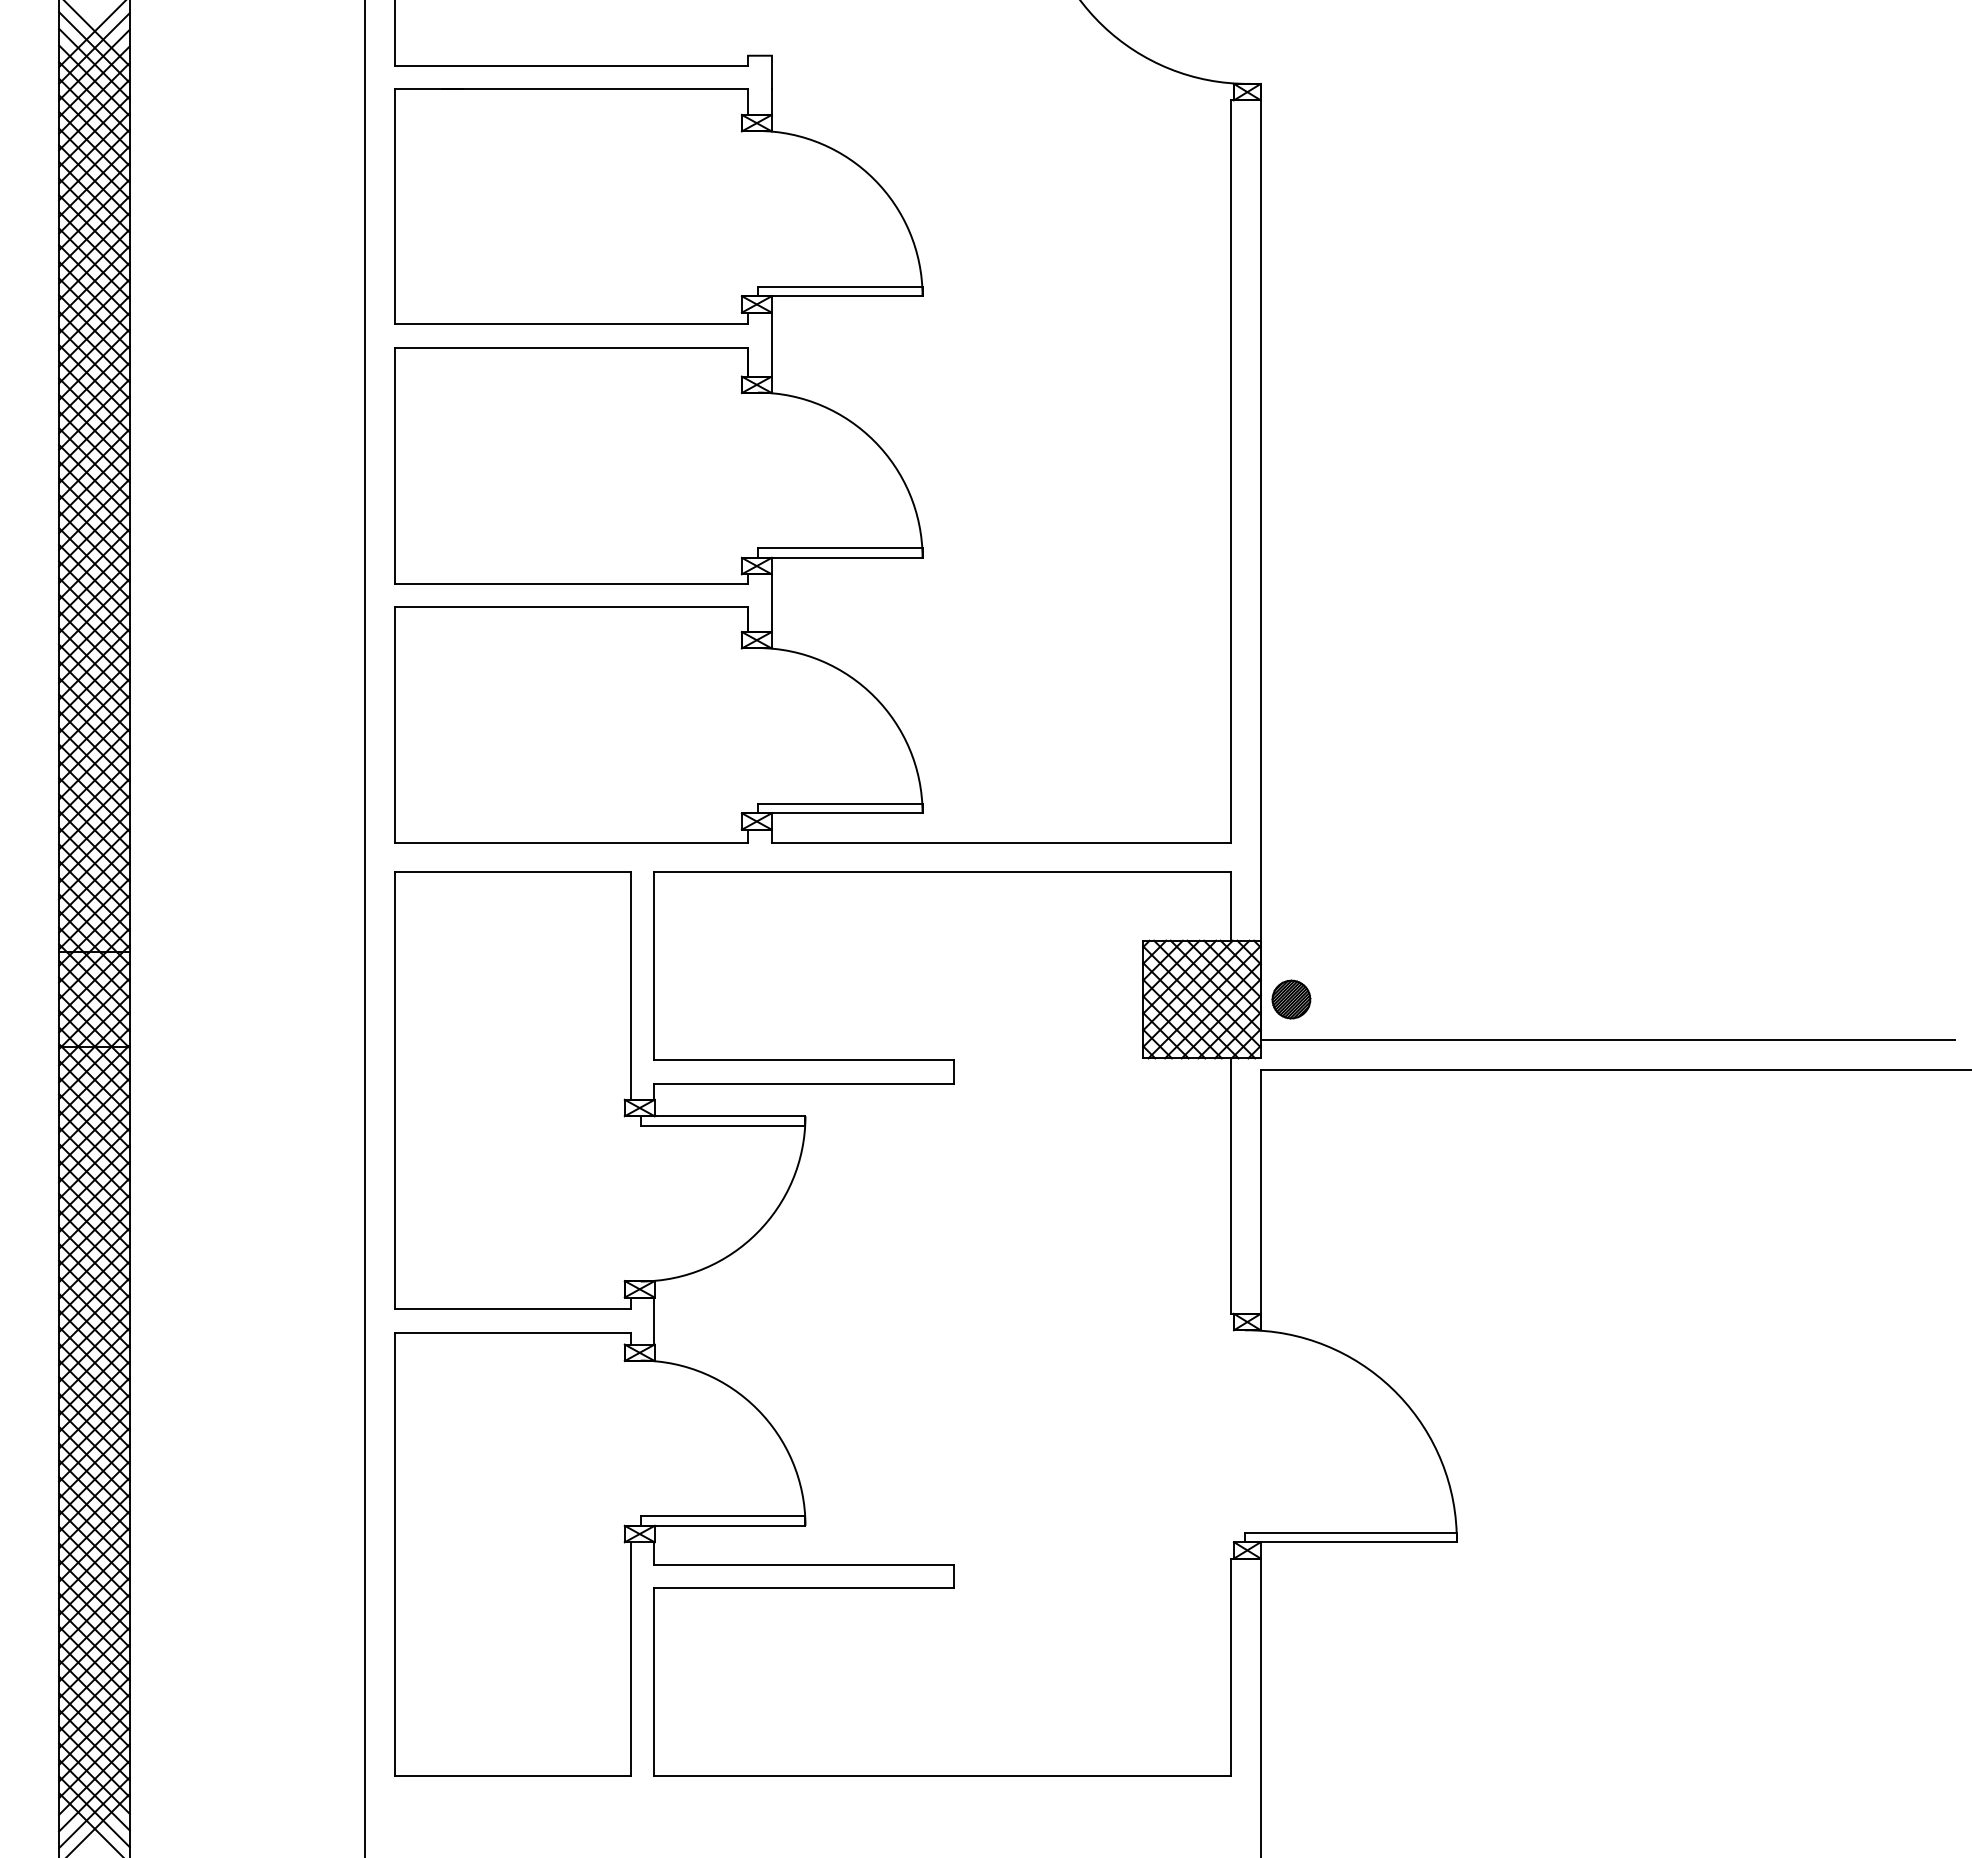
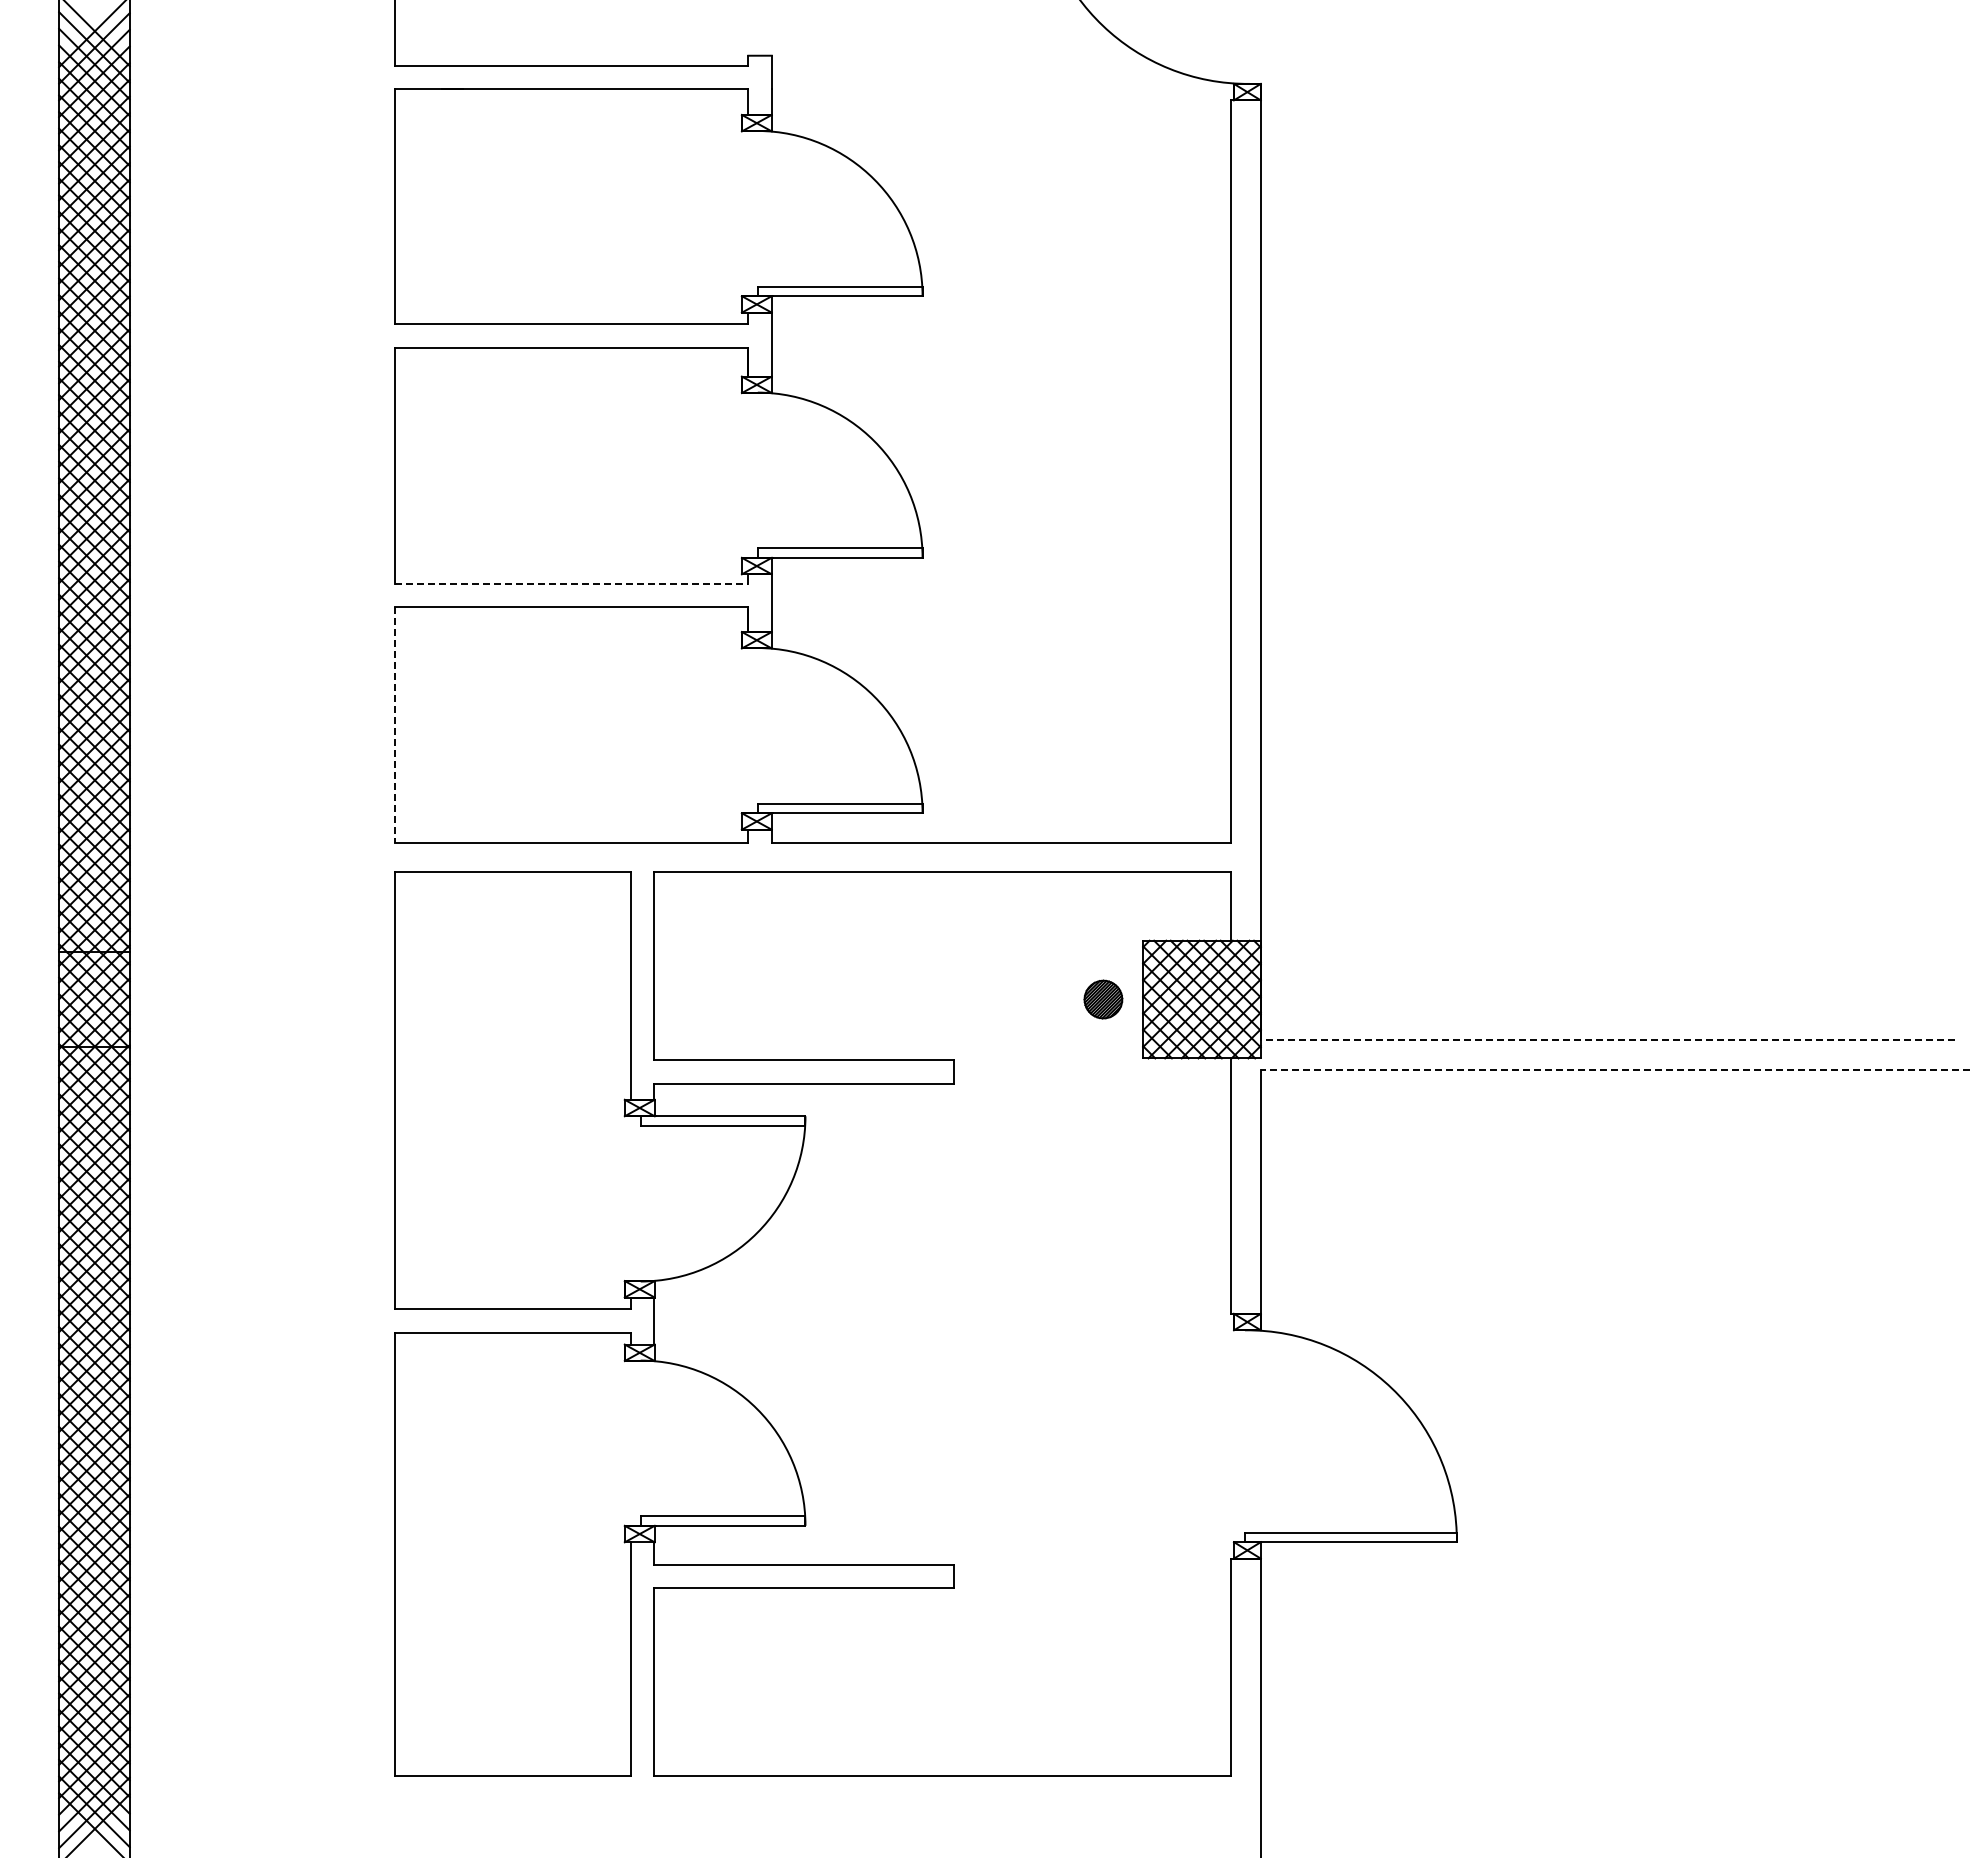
line at (571, 583): solid -> dashed
line at (395, 725): solid -> dashed
line at (365, 928): present -> none
part at (1291, 999) position: (1291, 999) -> (1103, 999)
line at (1607, 1040): solid -> dashed
line at (1615, 1070): solid -> dashed
